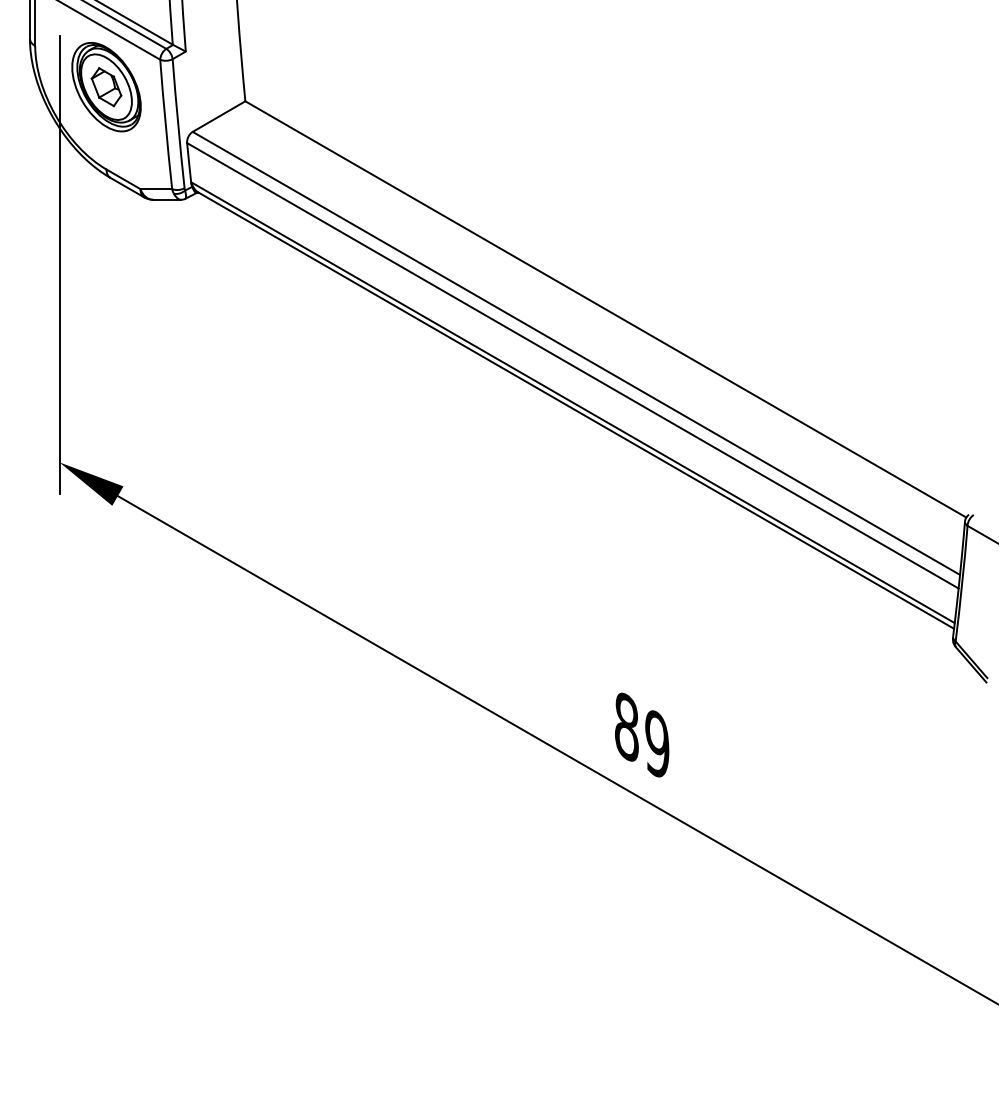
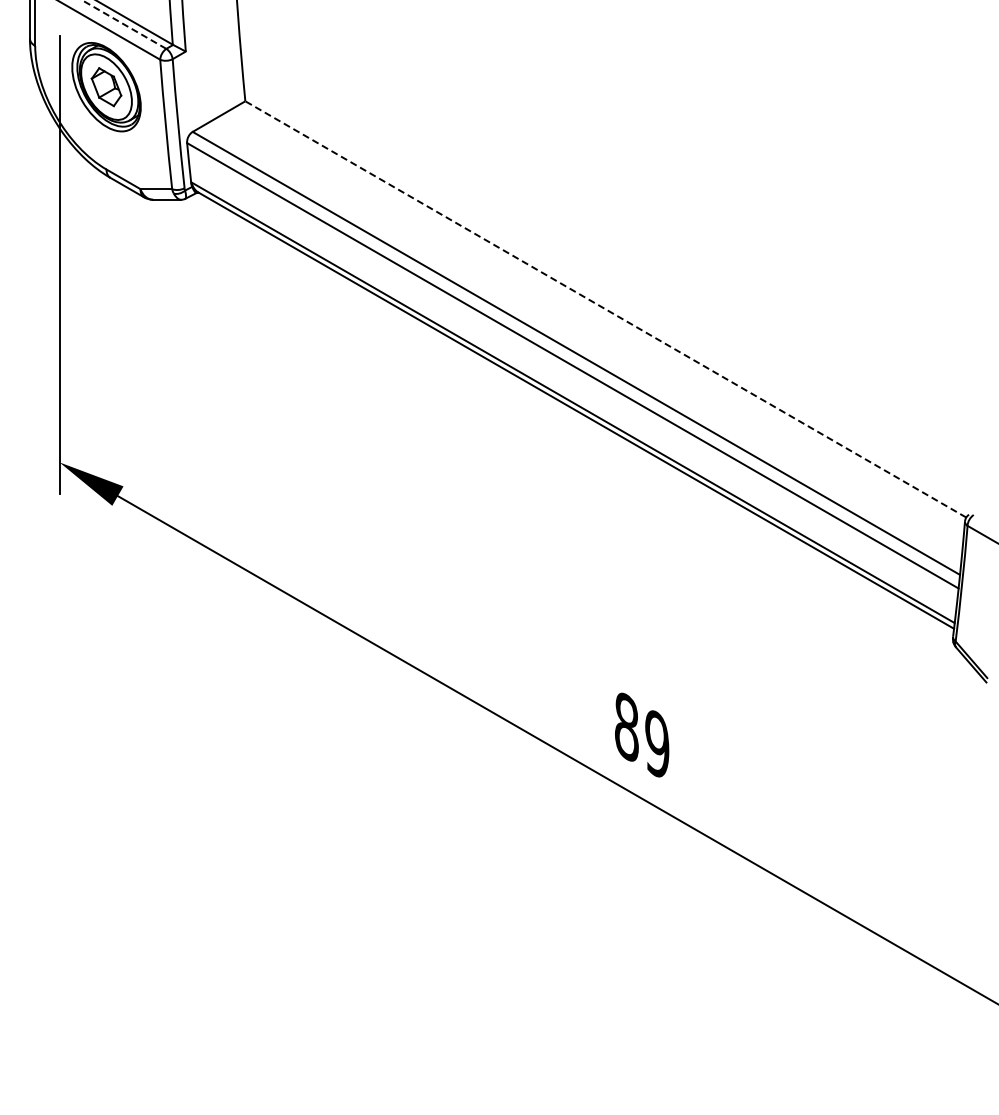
line at (124, 24): solid -> dashed
line at (605, 309): solid -> dashed
